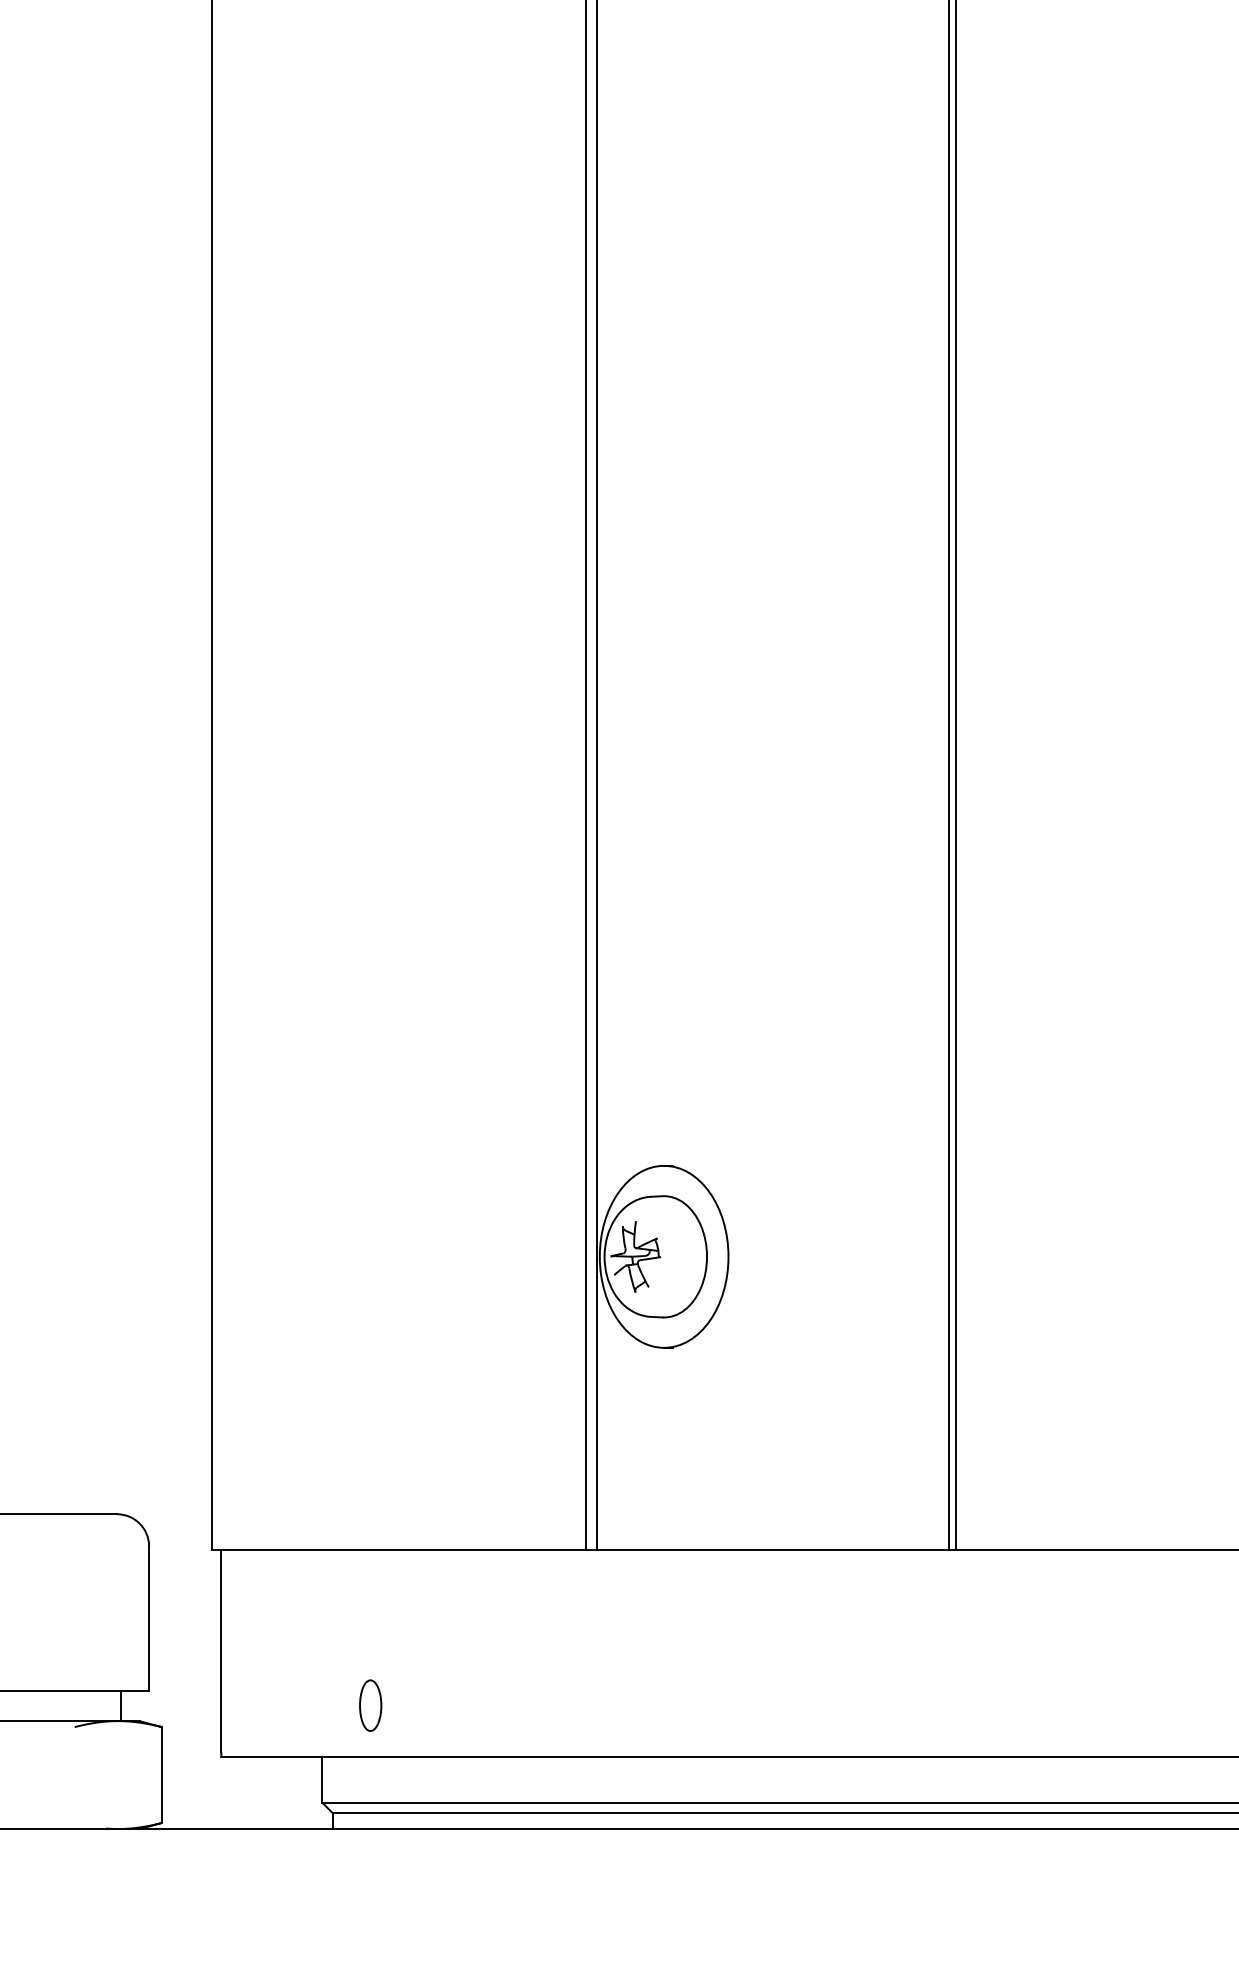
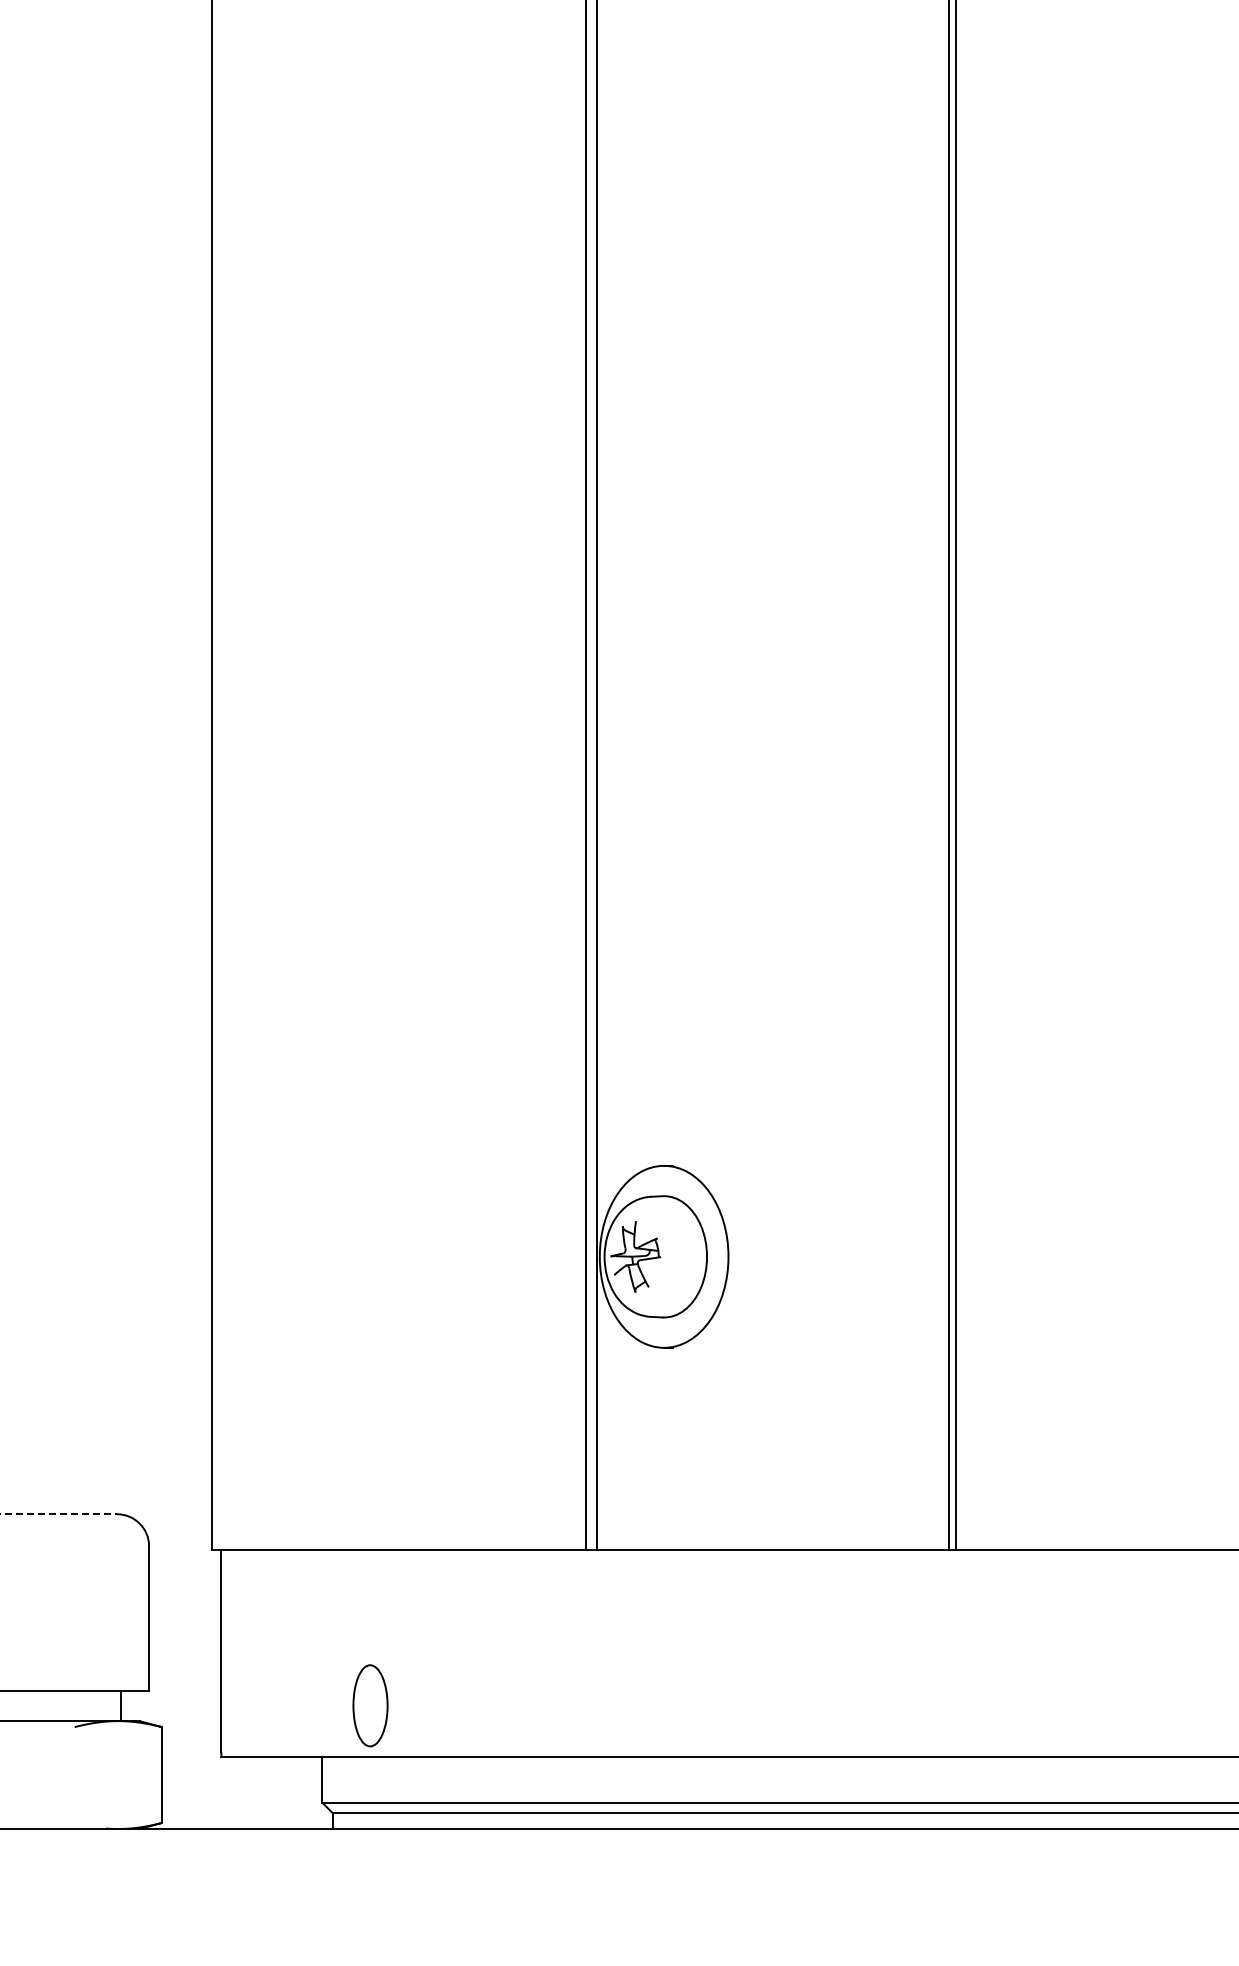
line at (59, 1514): solid -> dashed
part at (370, 1705) size: 24x53 px -> 37x84 px
